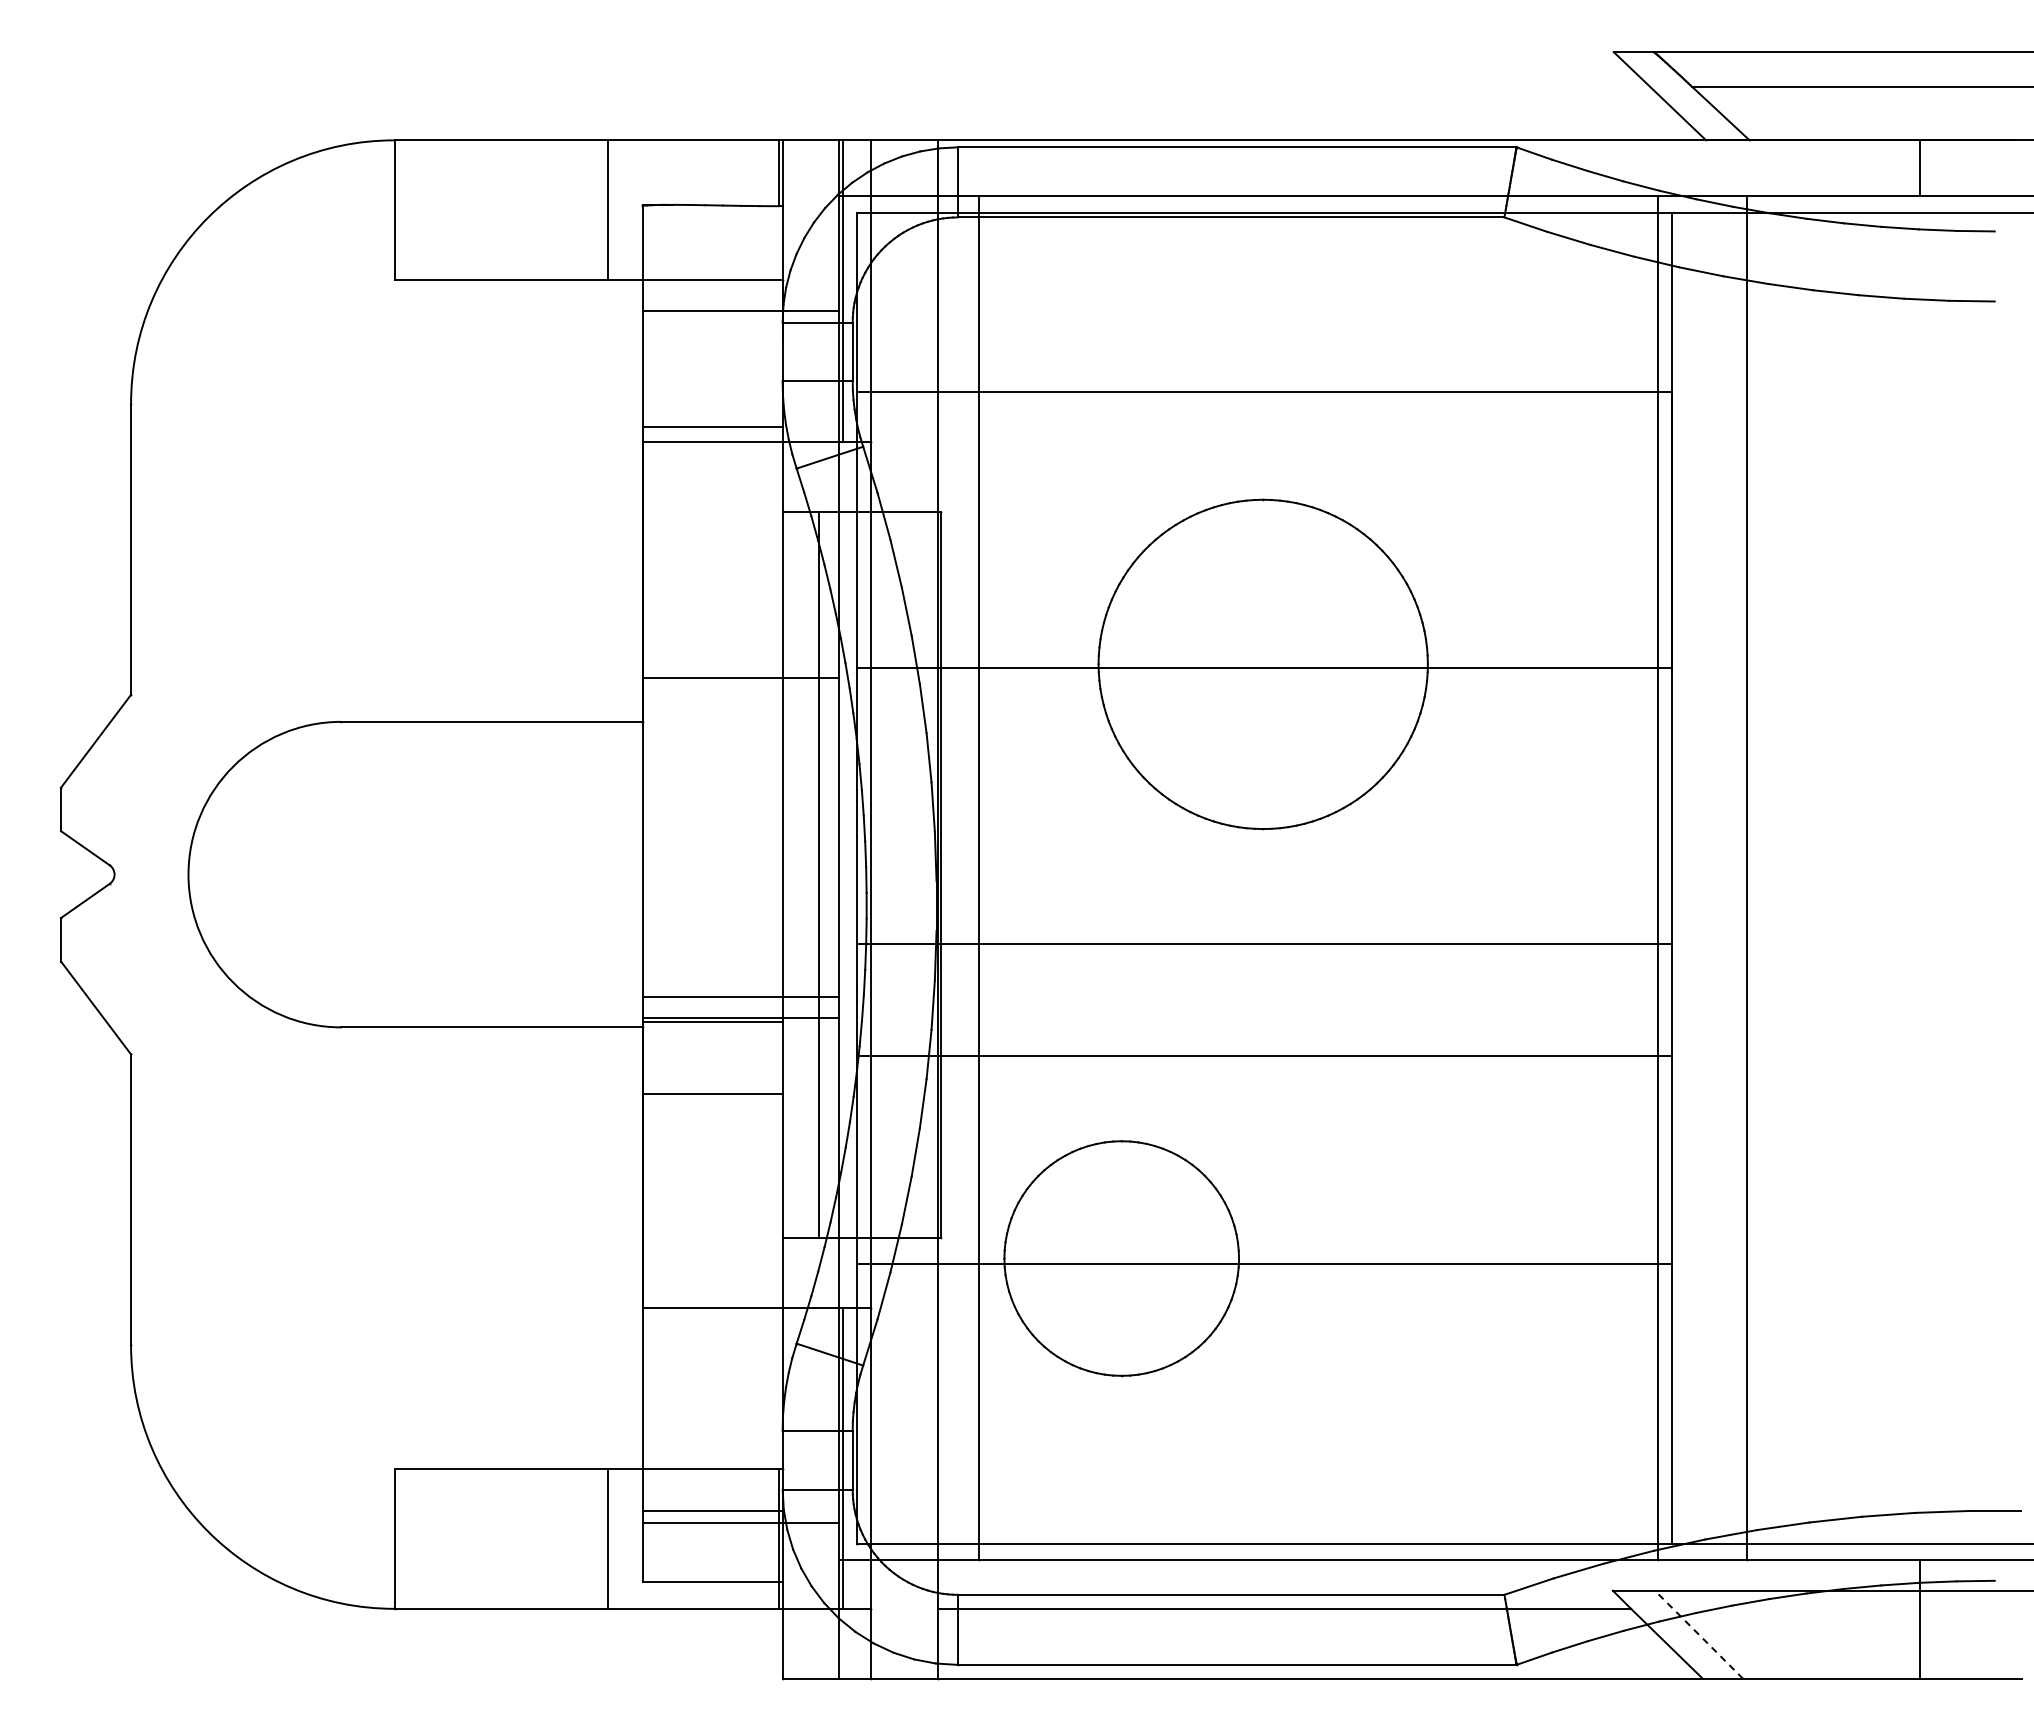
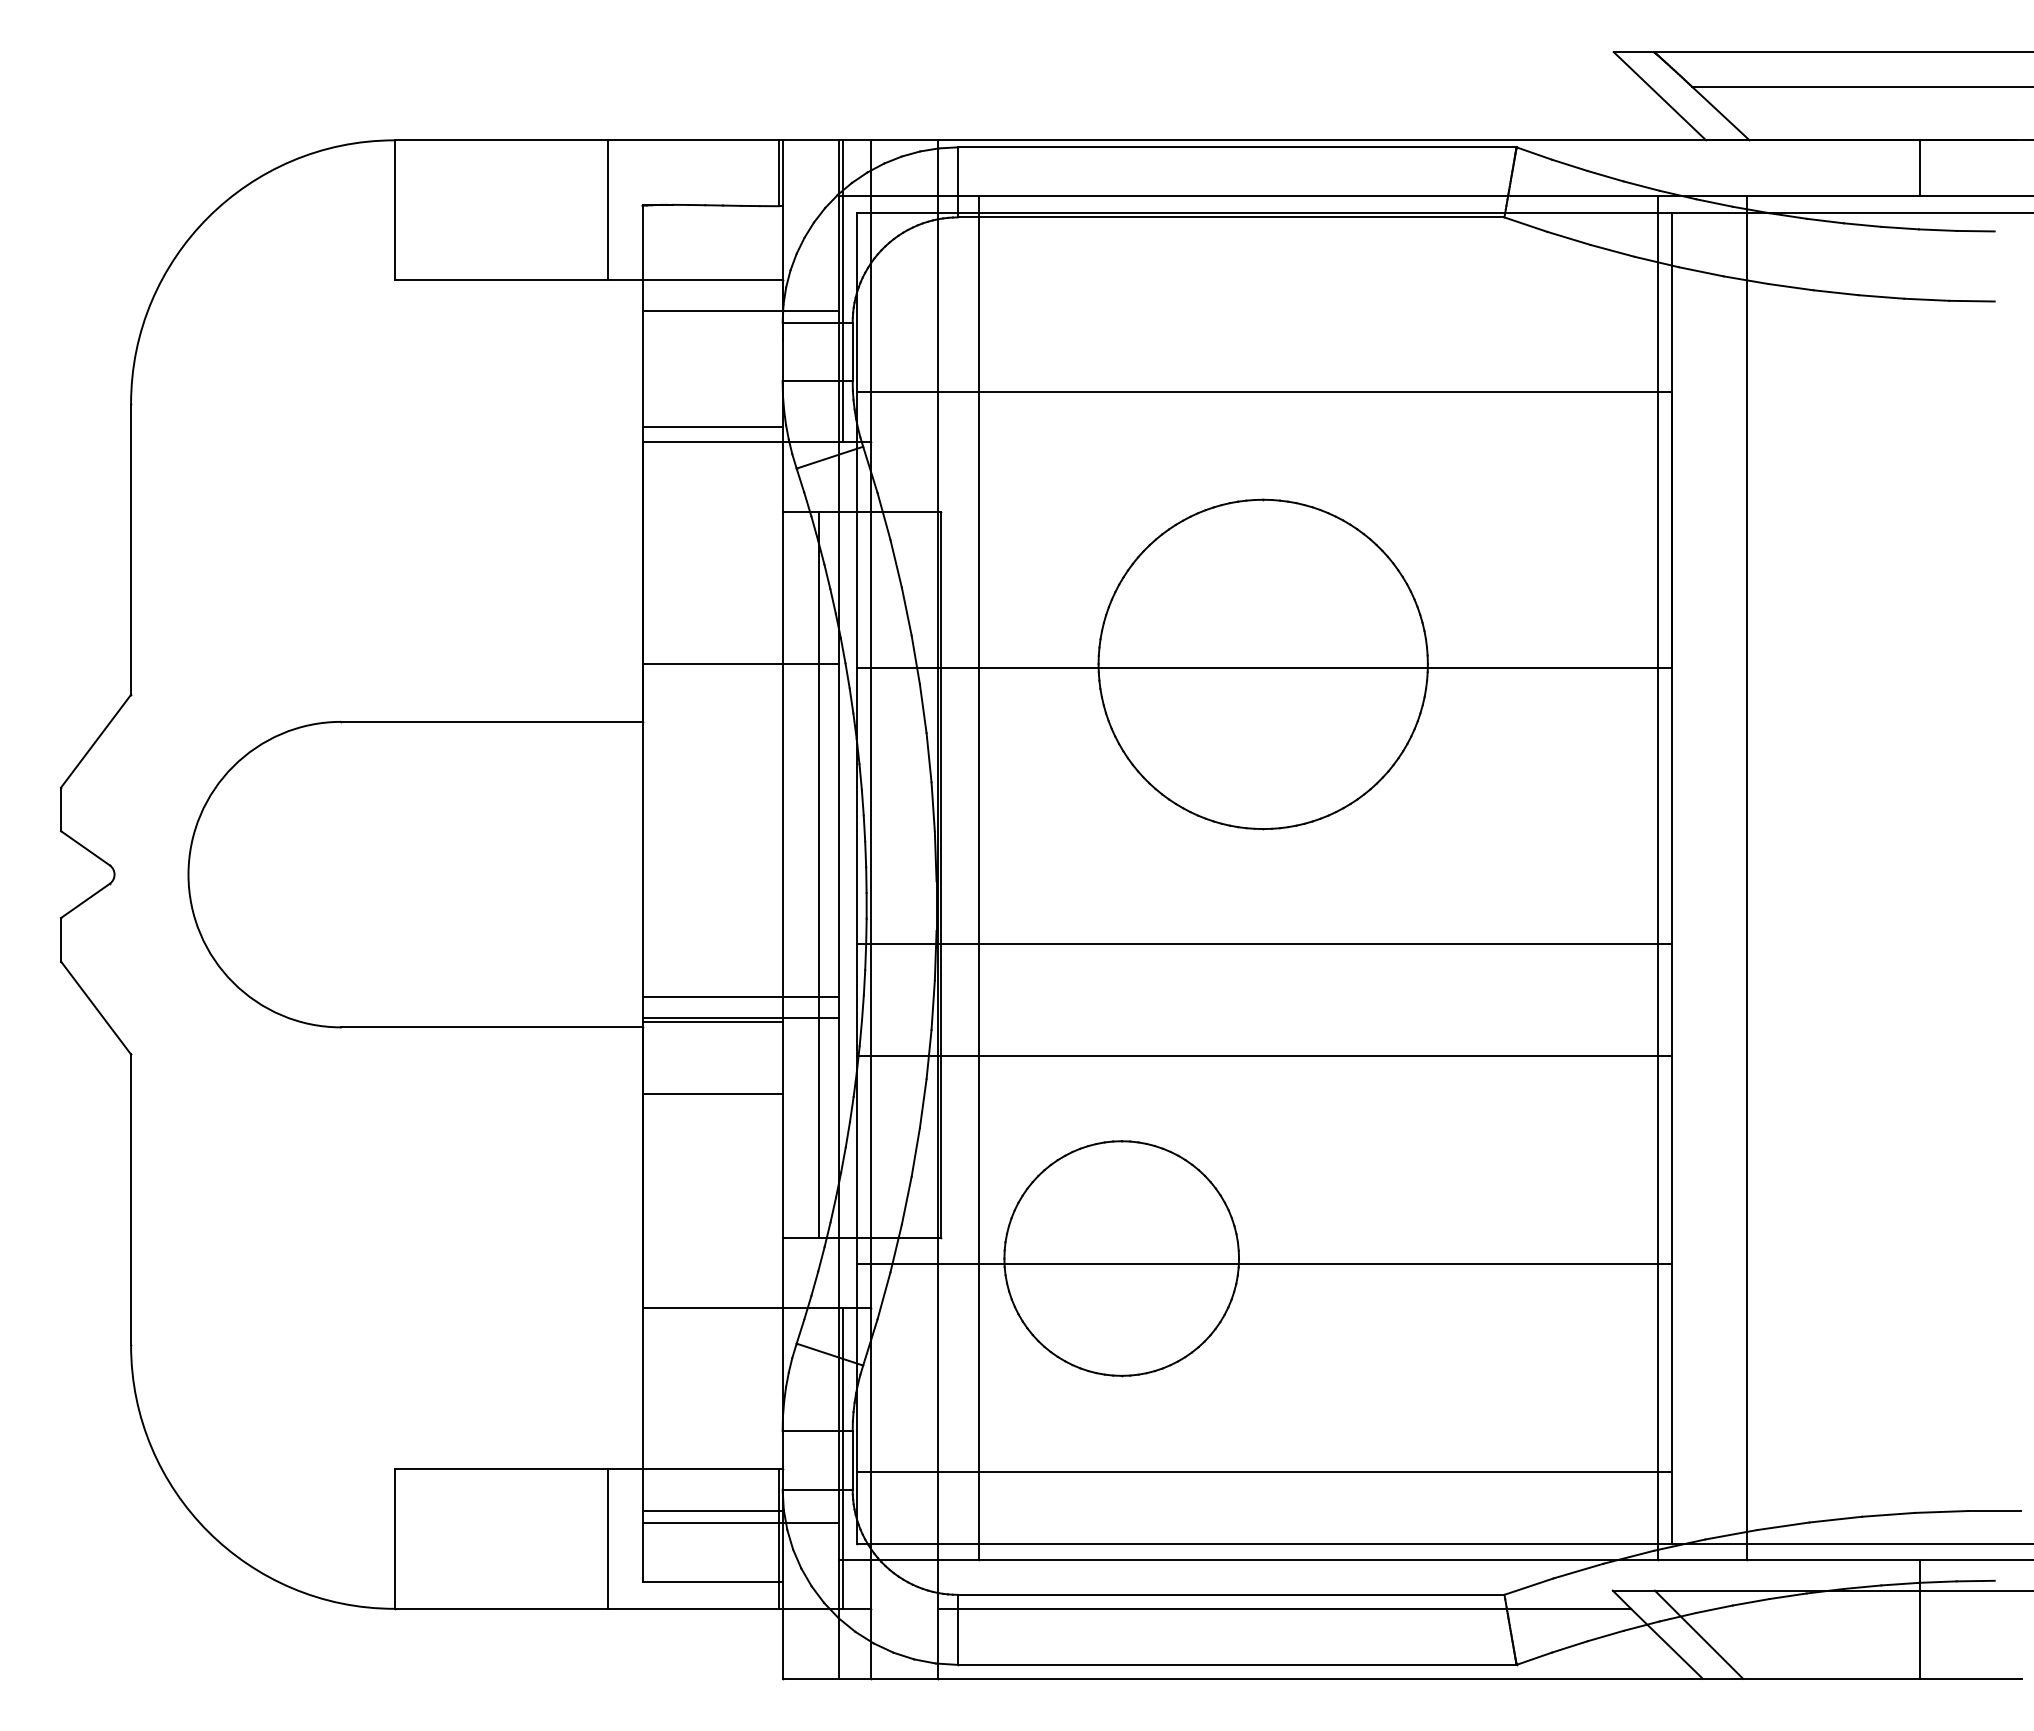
line at (740, 678) position: (740, 678) -> (740, 664)
line at (1264, 1471): none -> present
line at (1698, 1634): dashed -> solid
